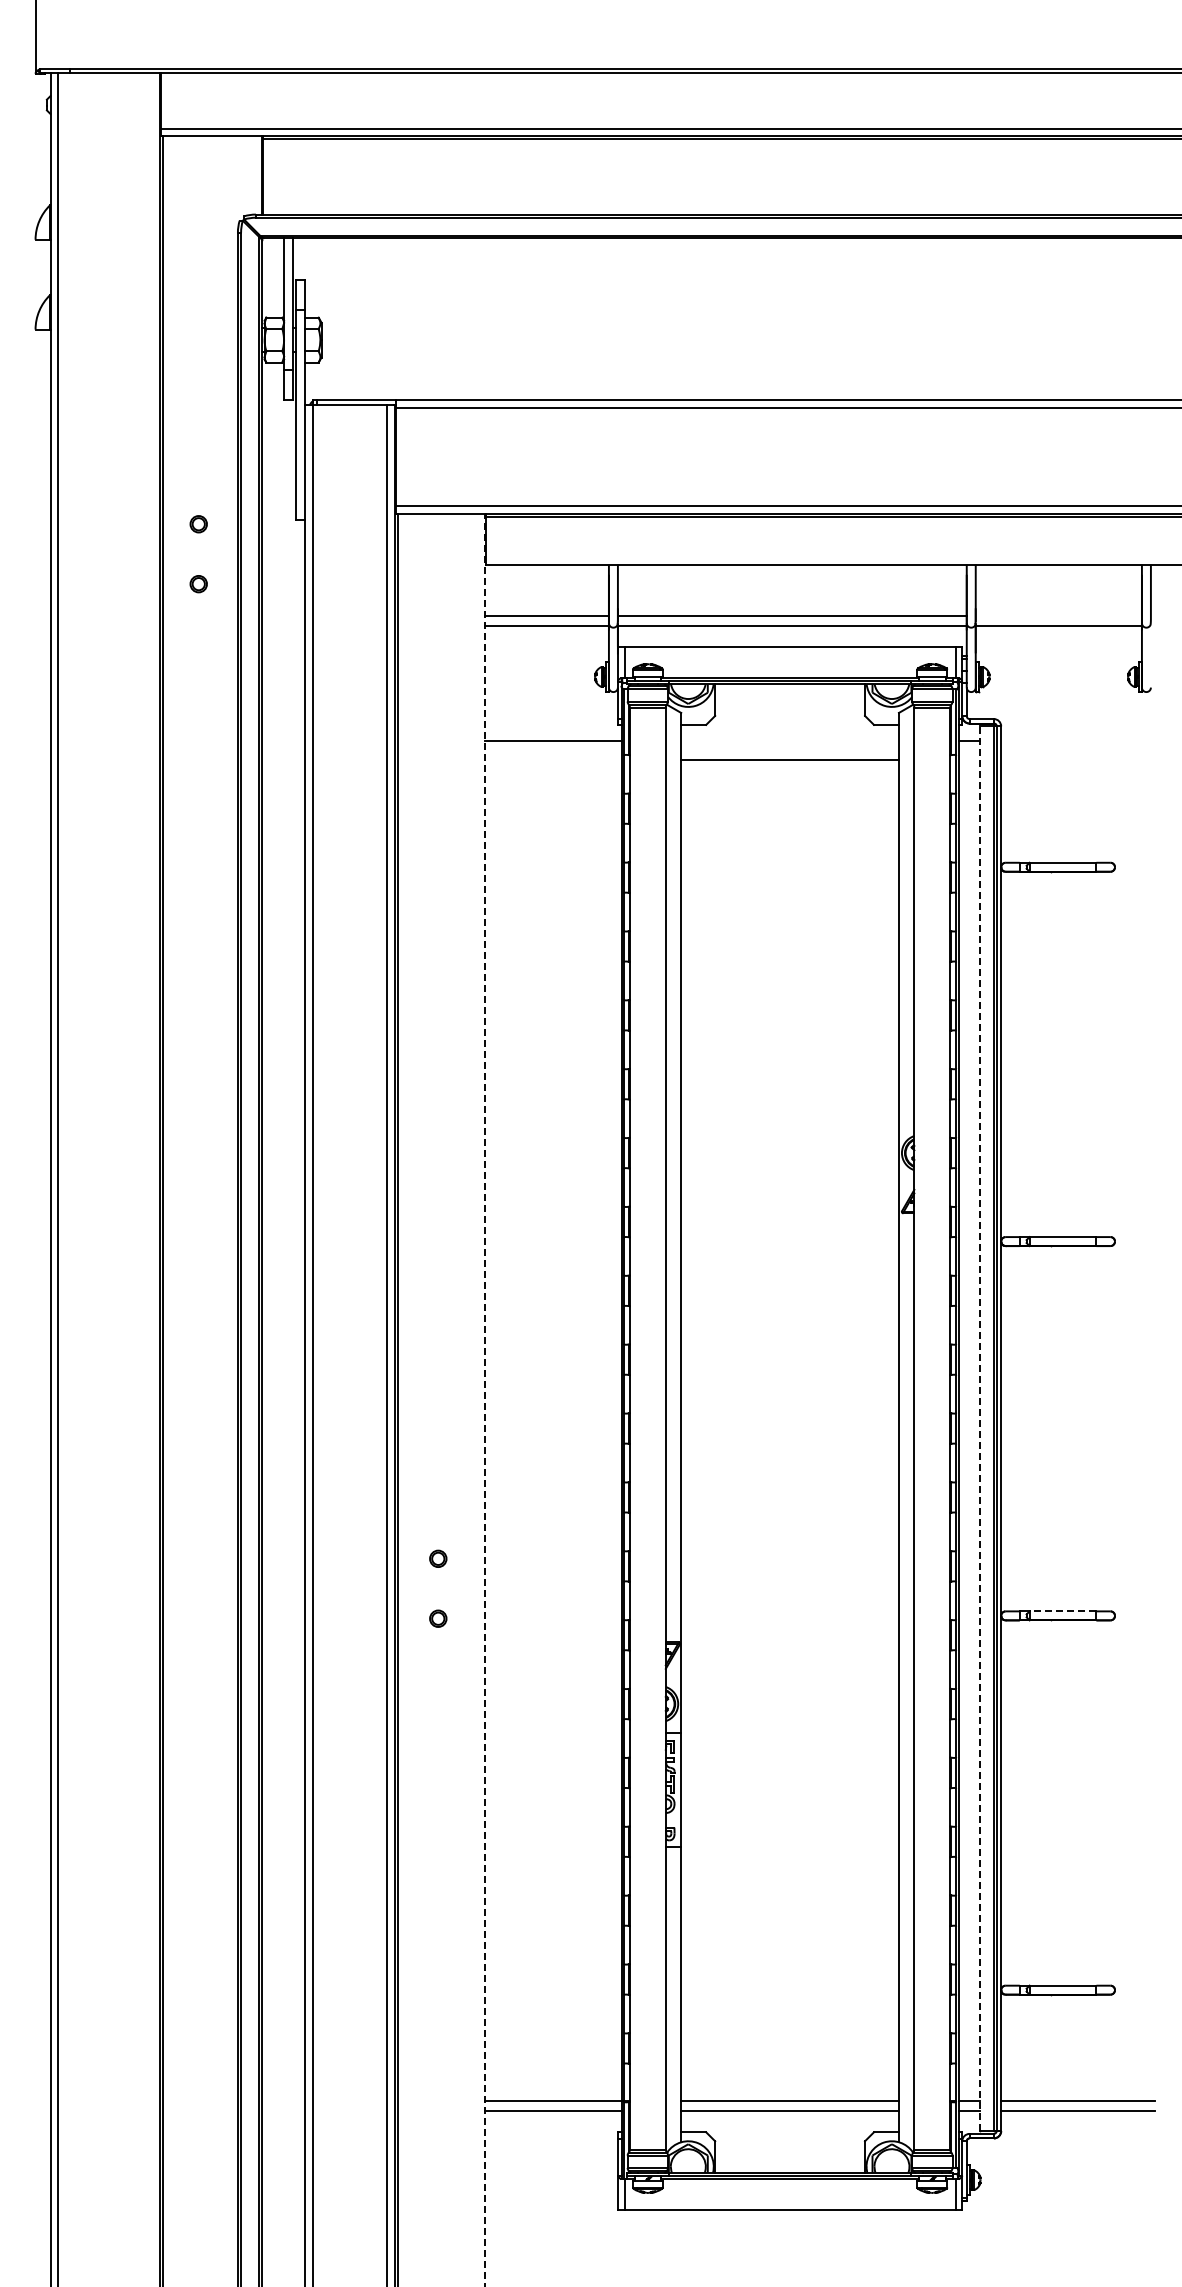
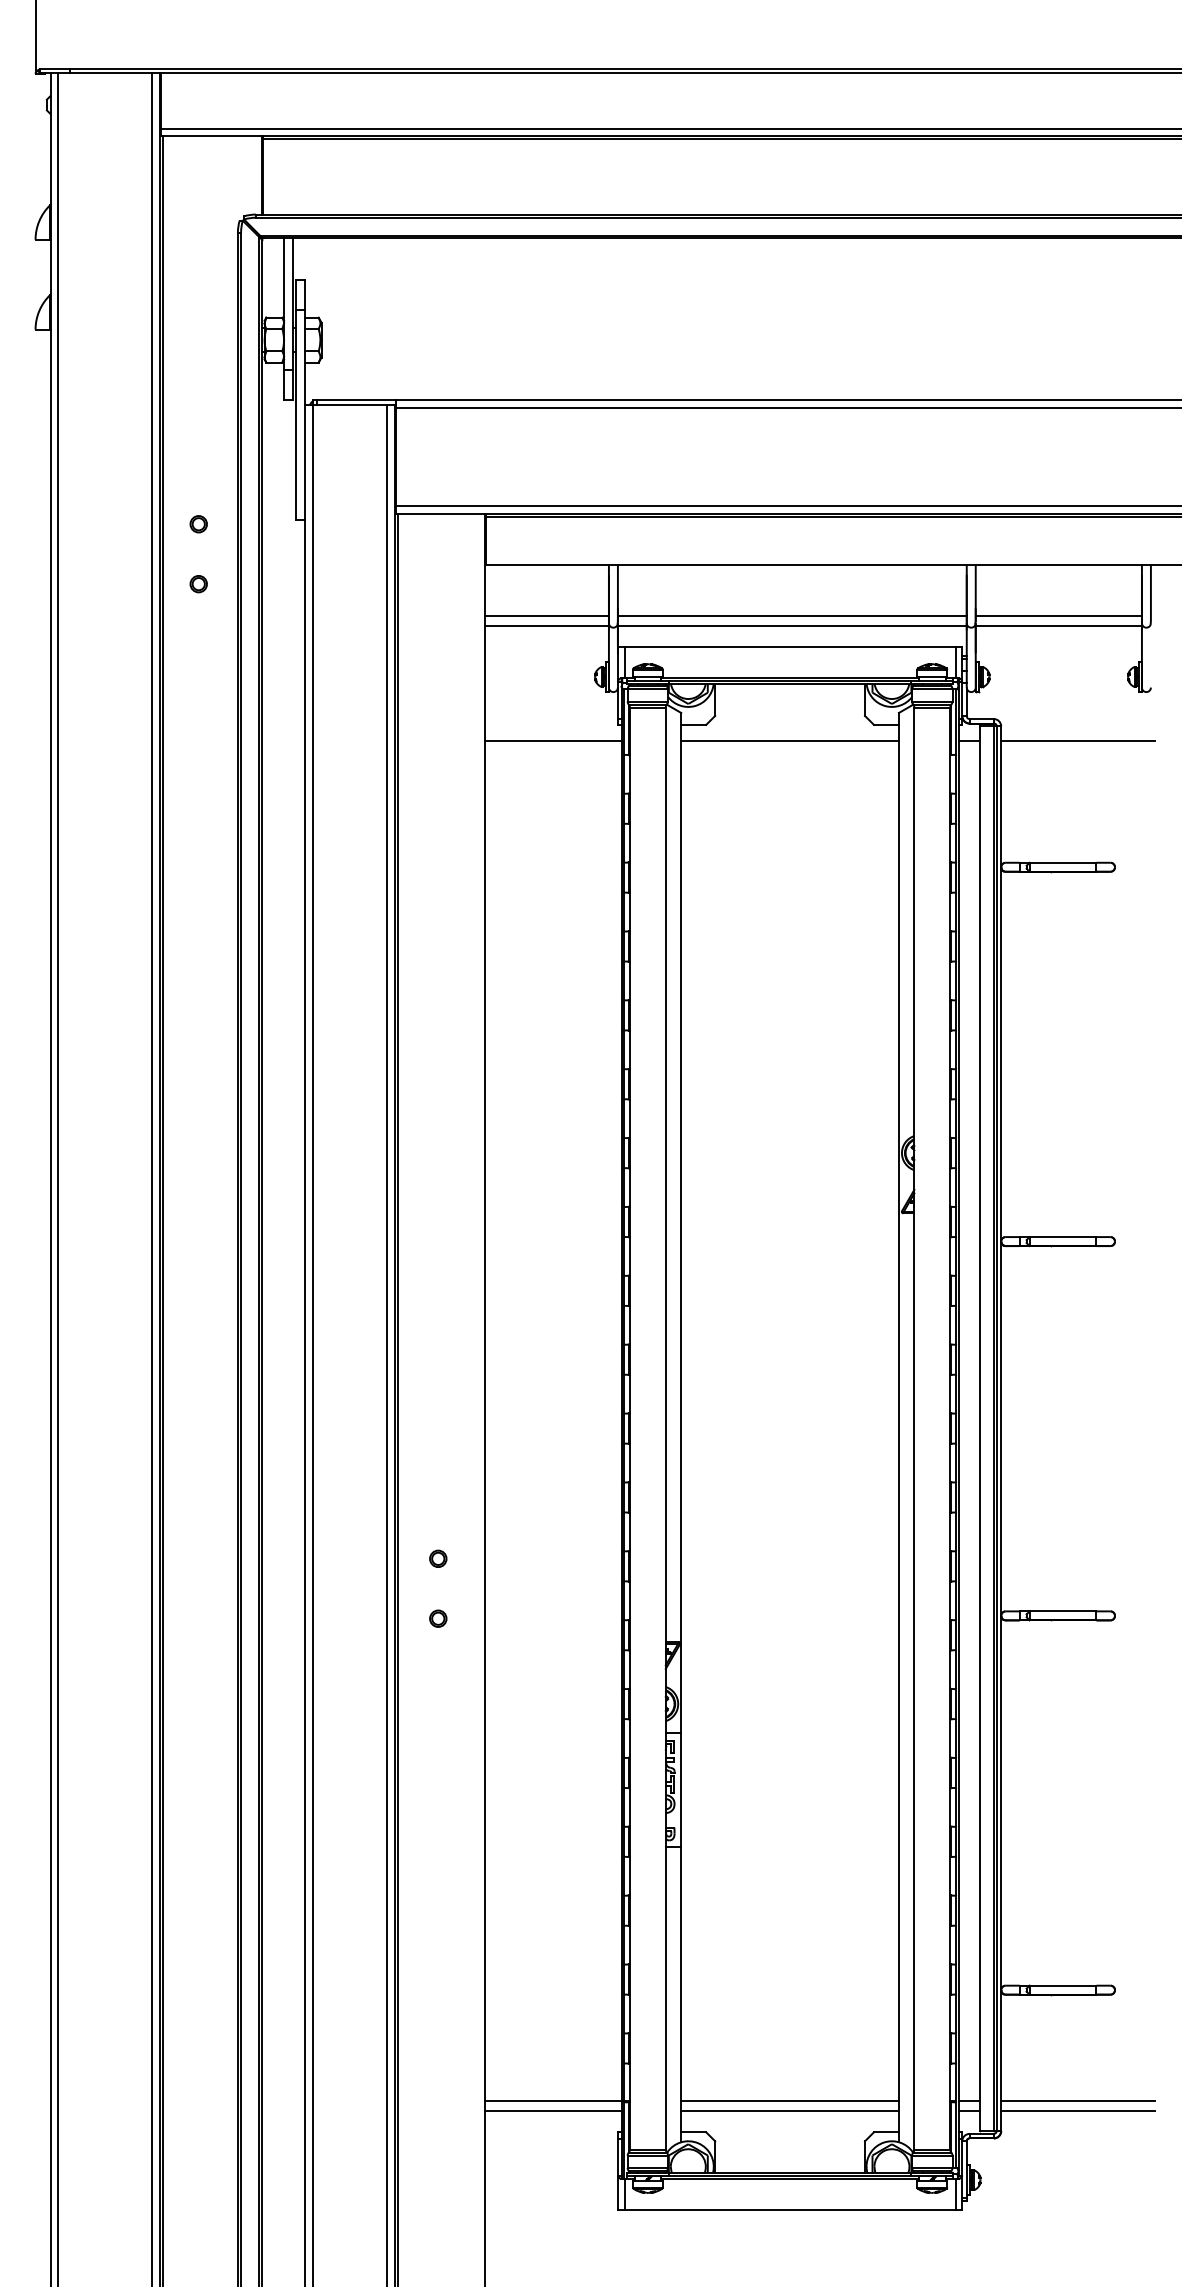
line at (1058, 615): none -> present
line at (1077, 741): none -> present
line at (789, 760) position: (789, 760) -> (789, 741)
line at (152, 1178): none -> present
line at (484, 1399): dashed -> solid
line at (980, 1428): dashed -> solid
line at (1062, 1611): dashed -> solid
